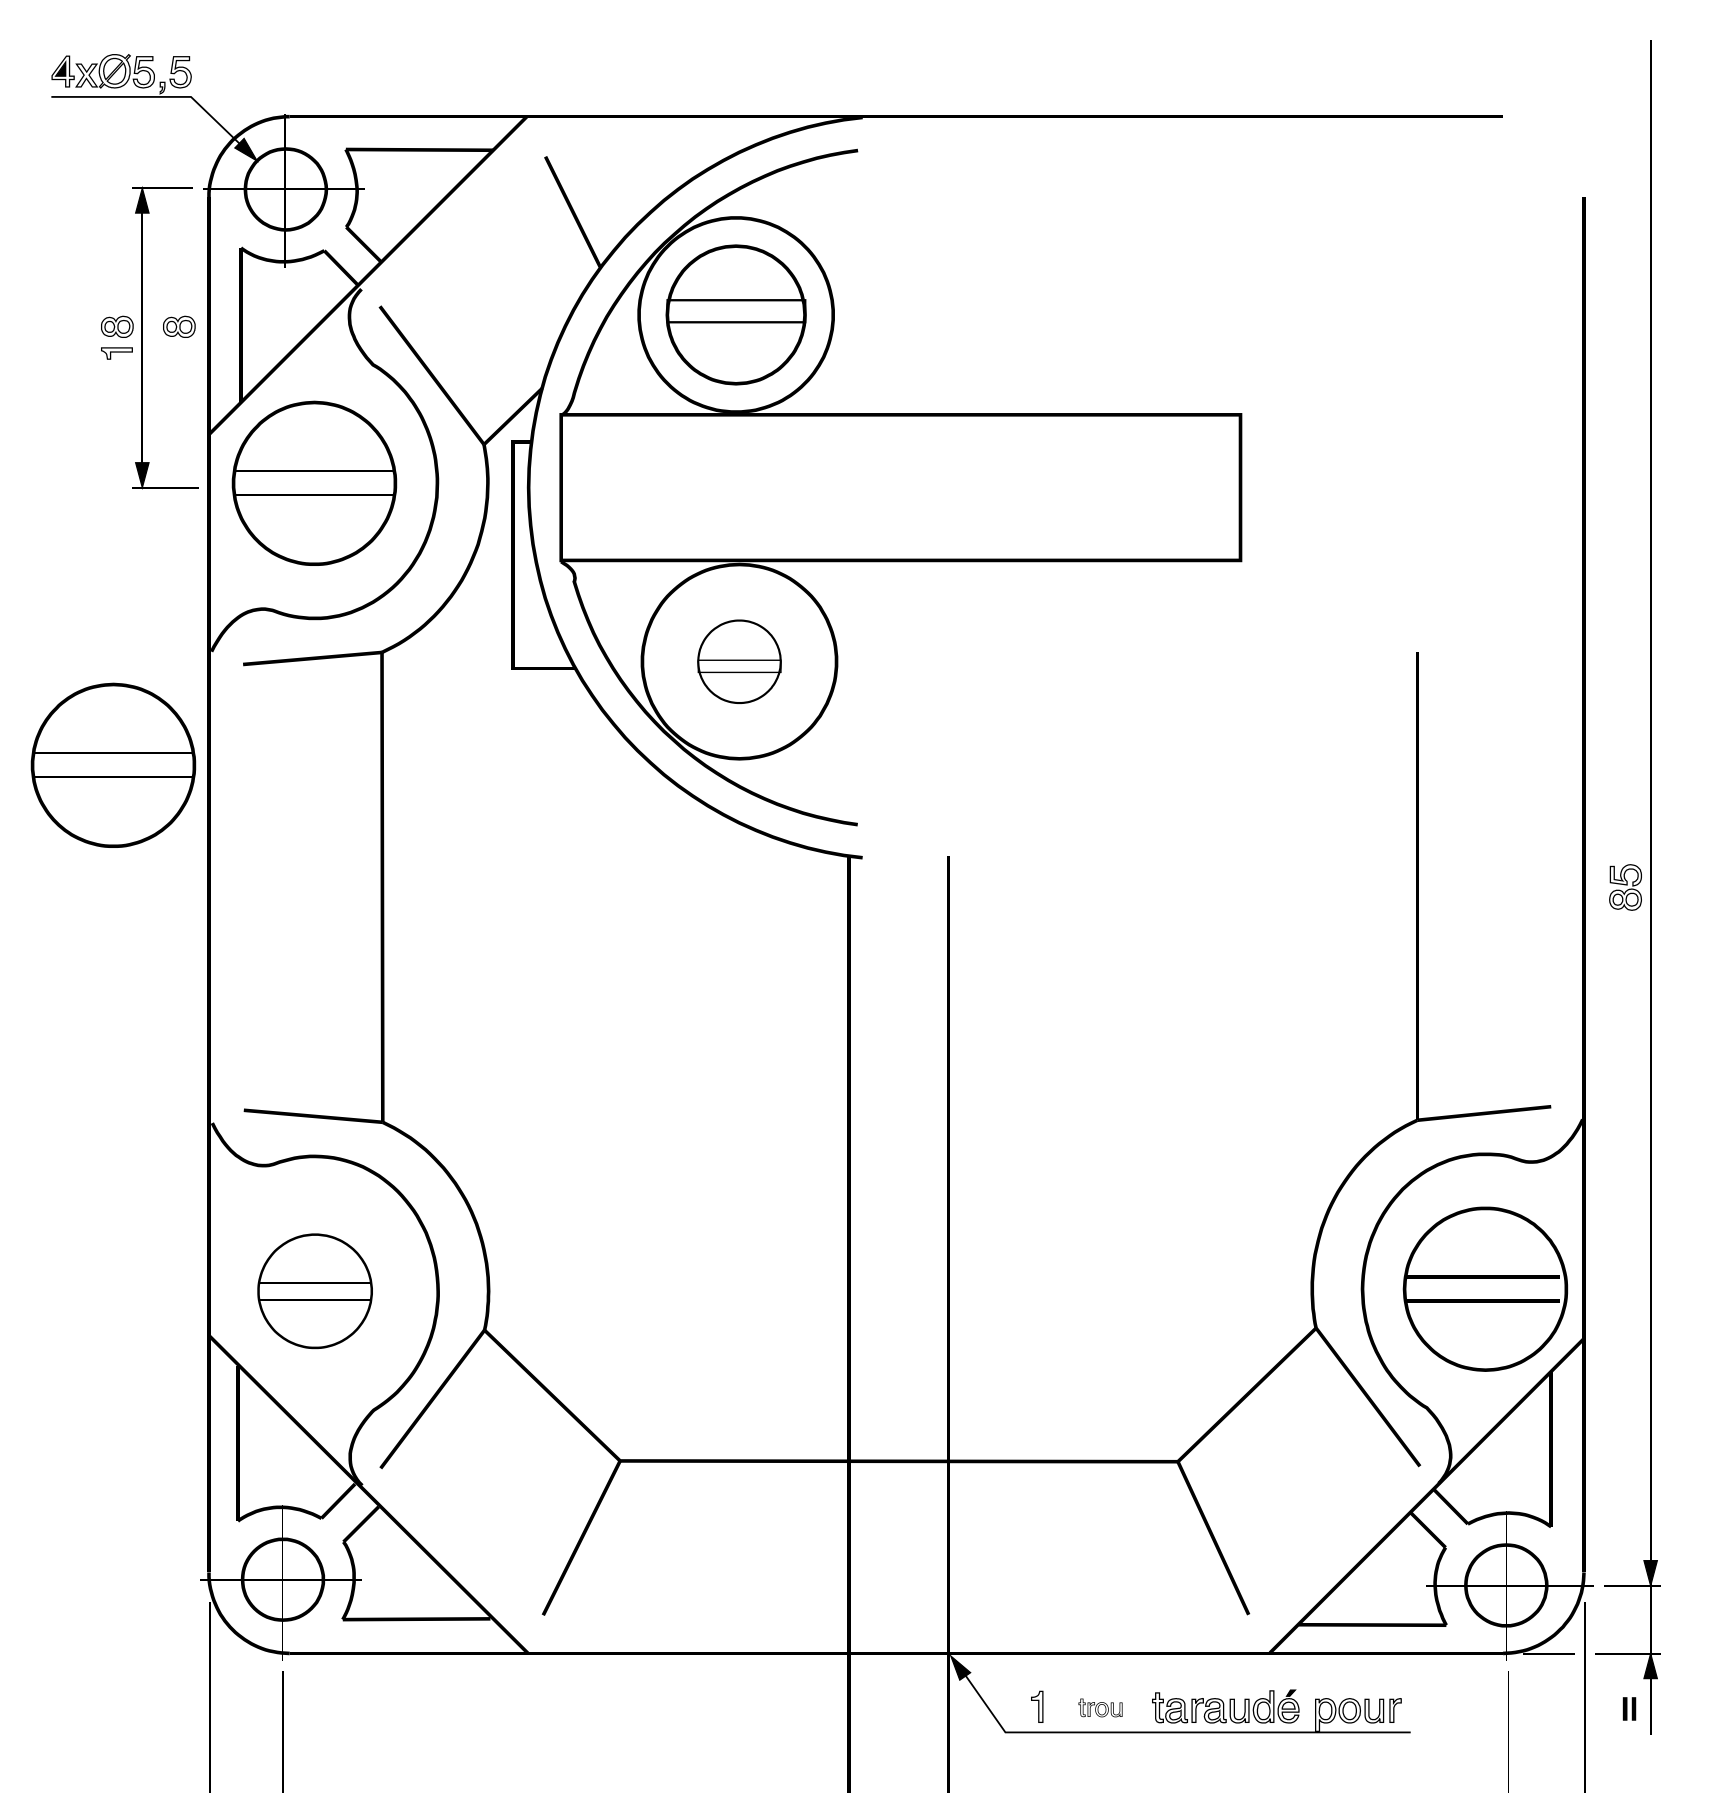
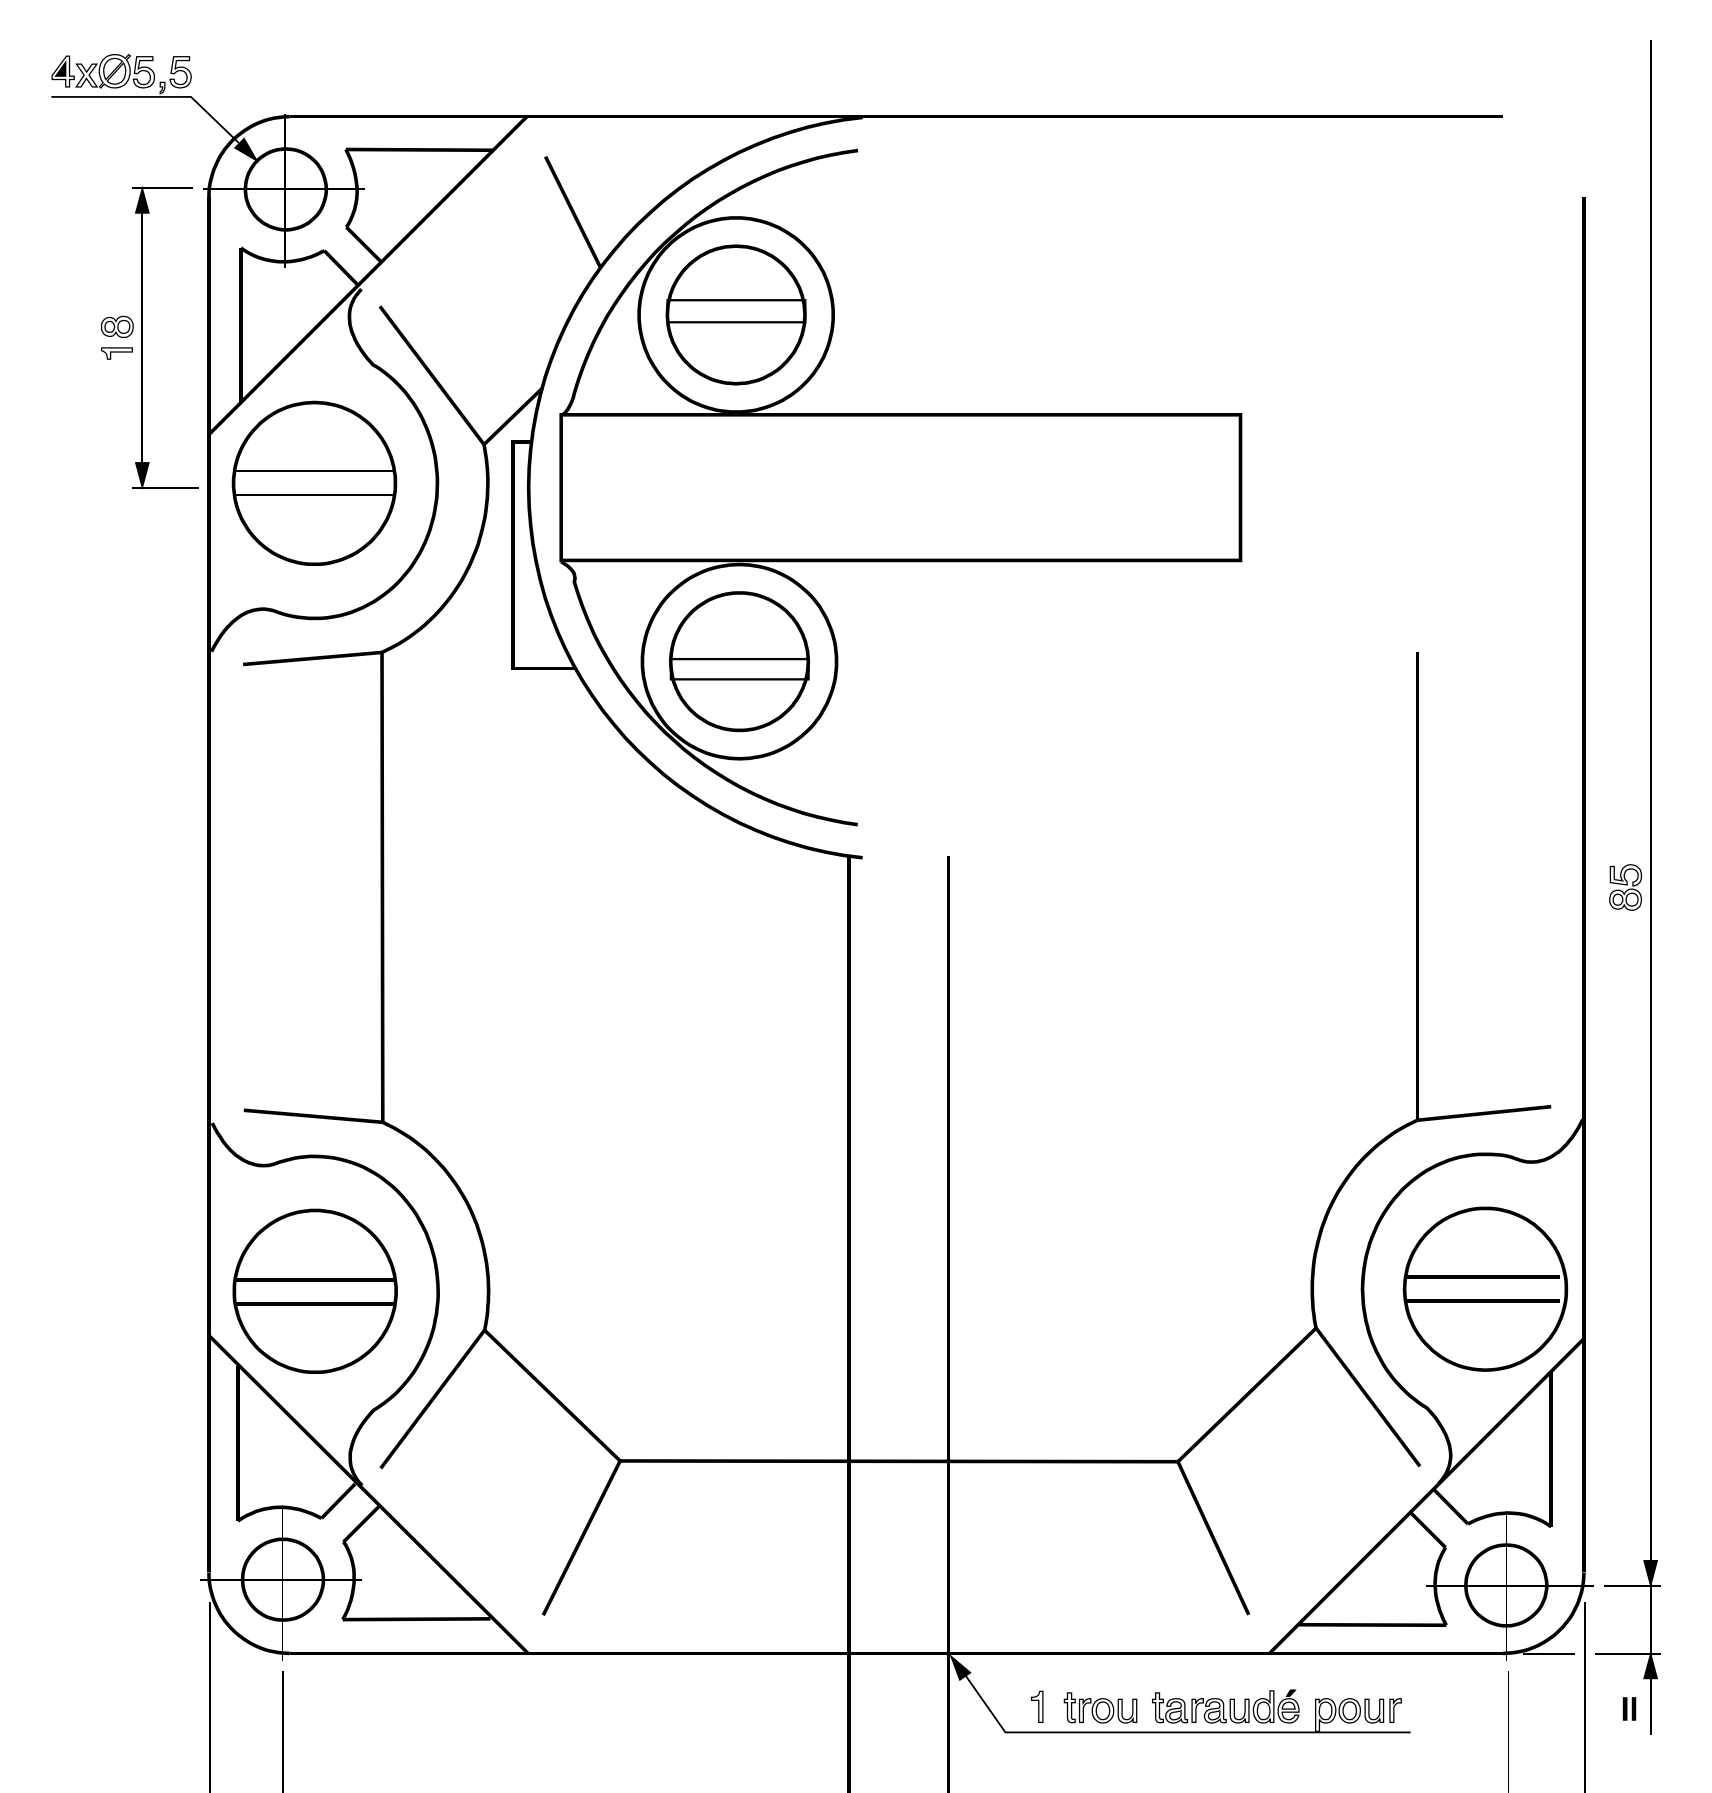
part at (179, 326): present -> none
part at (739, 661) size: 85x85 px -> 141x142 px
part at (113, 764): present -> none
part at (314, 1291) size: 116x117 px -> 166x166 px
part at (1100, 1707) size: 45x20 px -> 75x32 px
